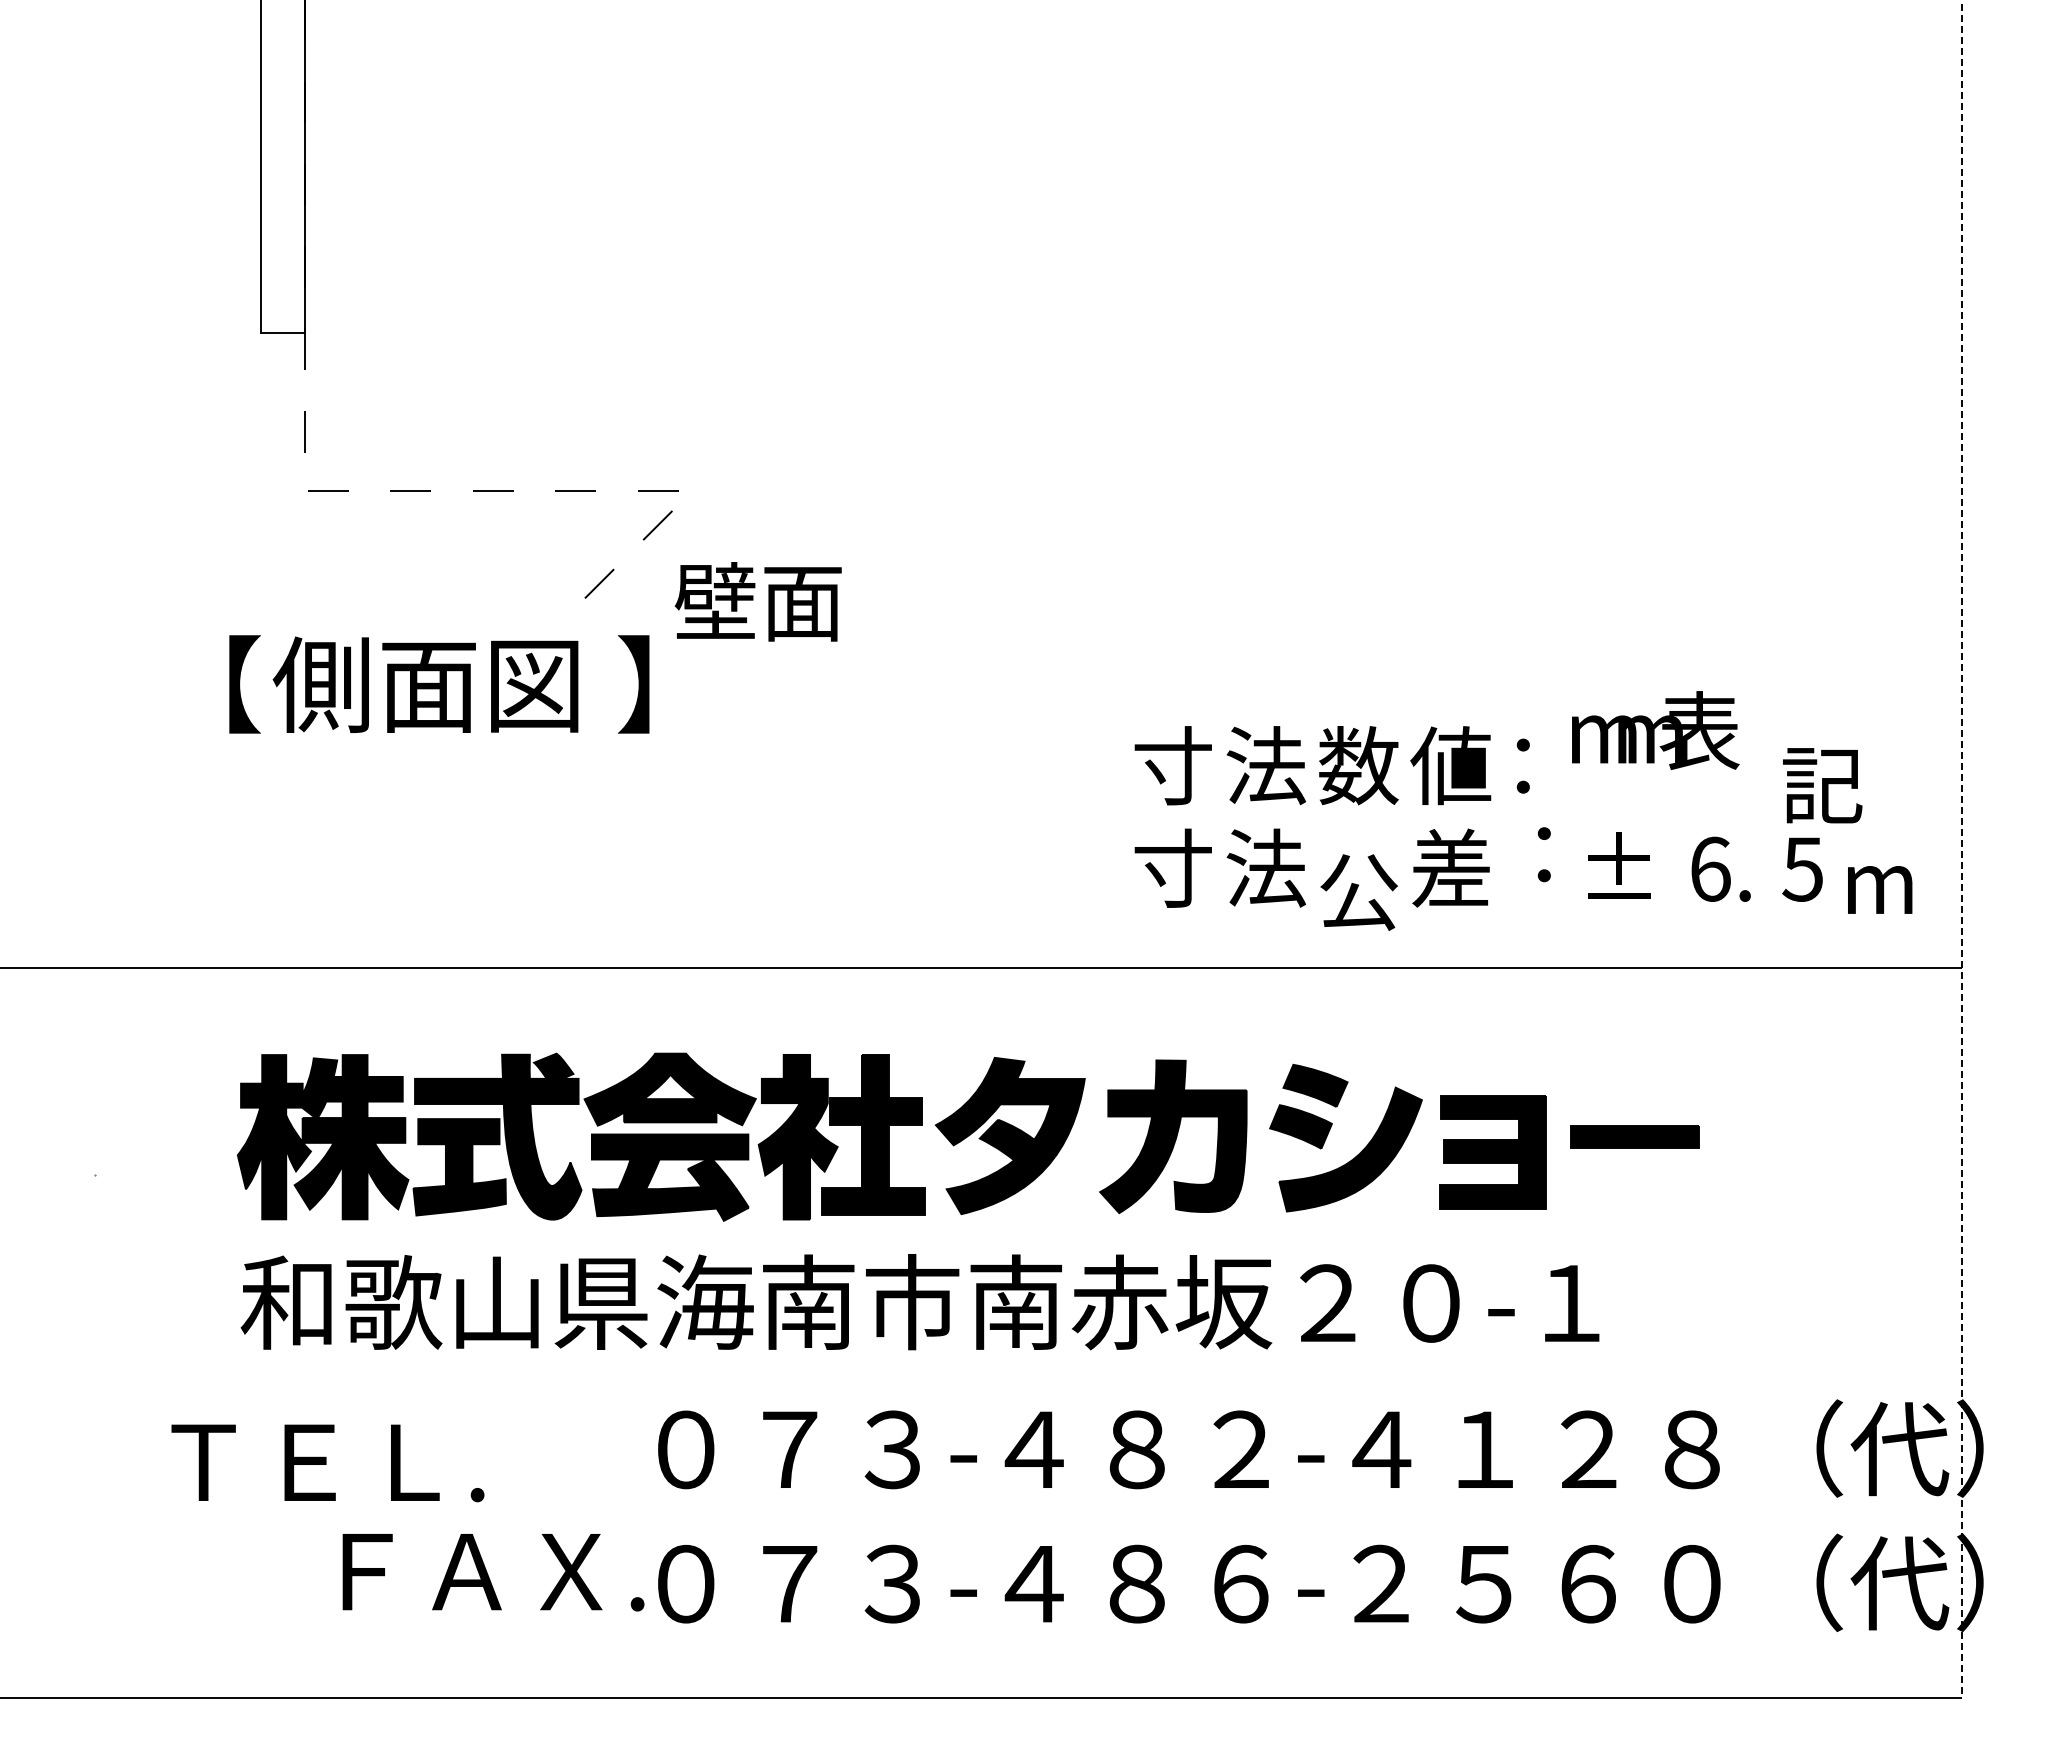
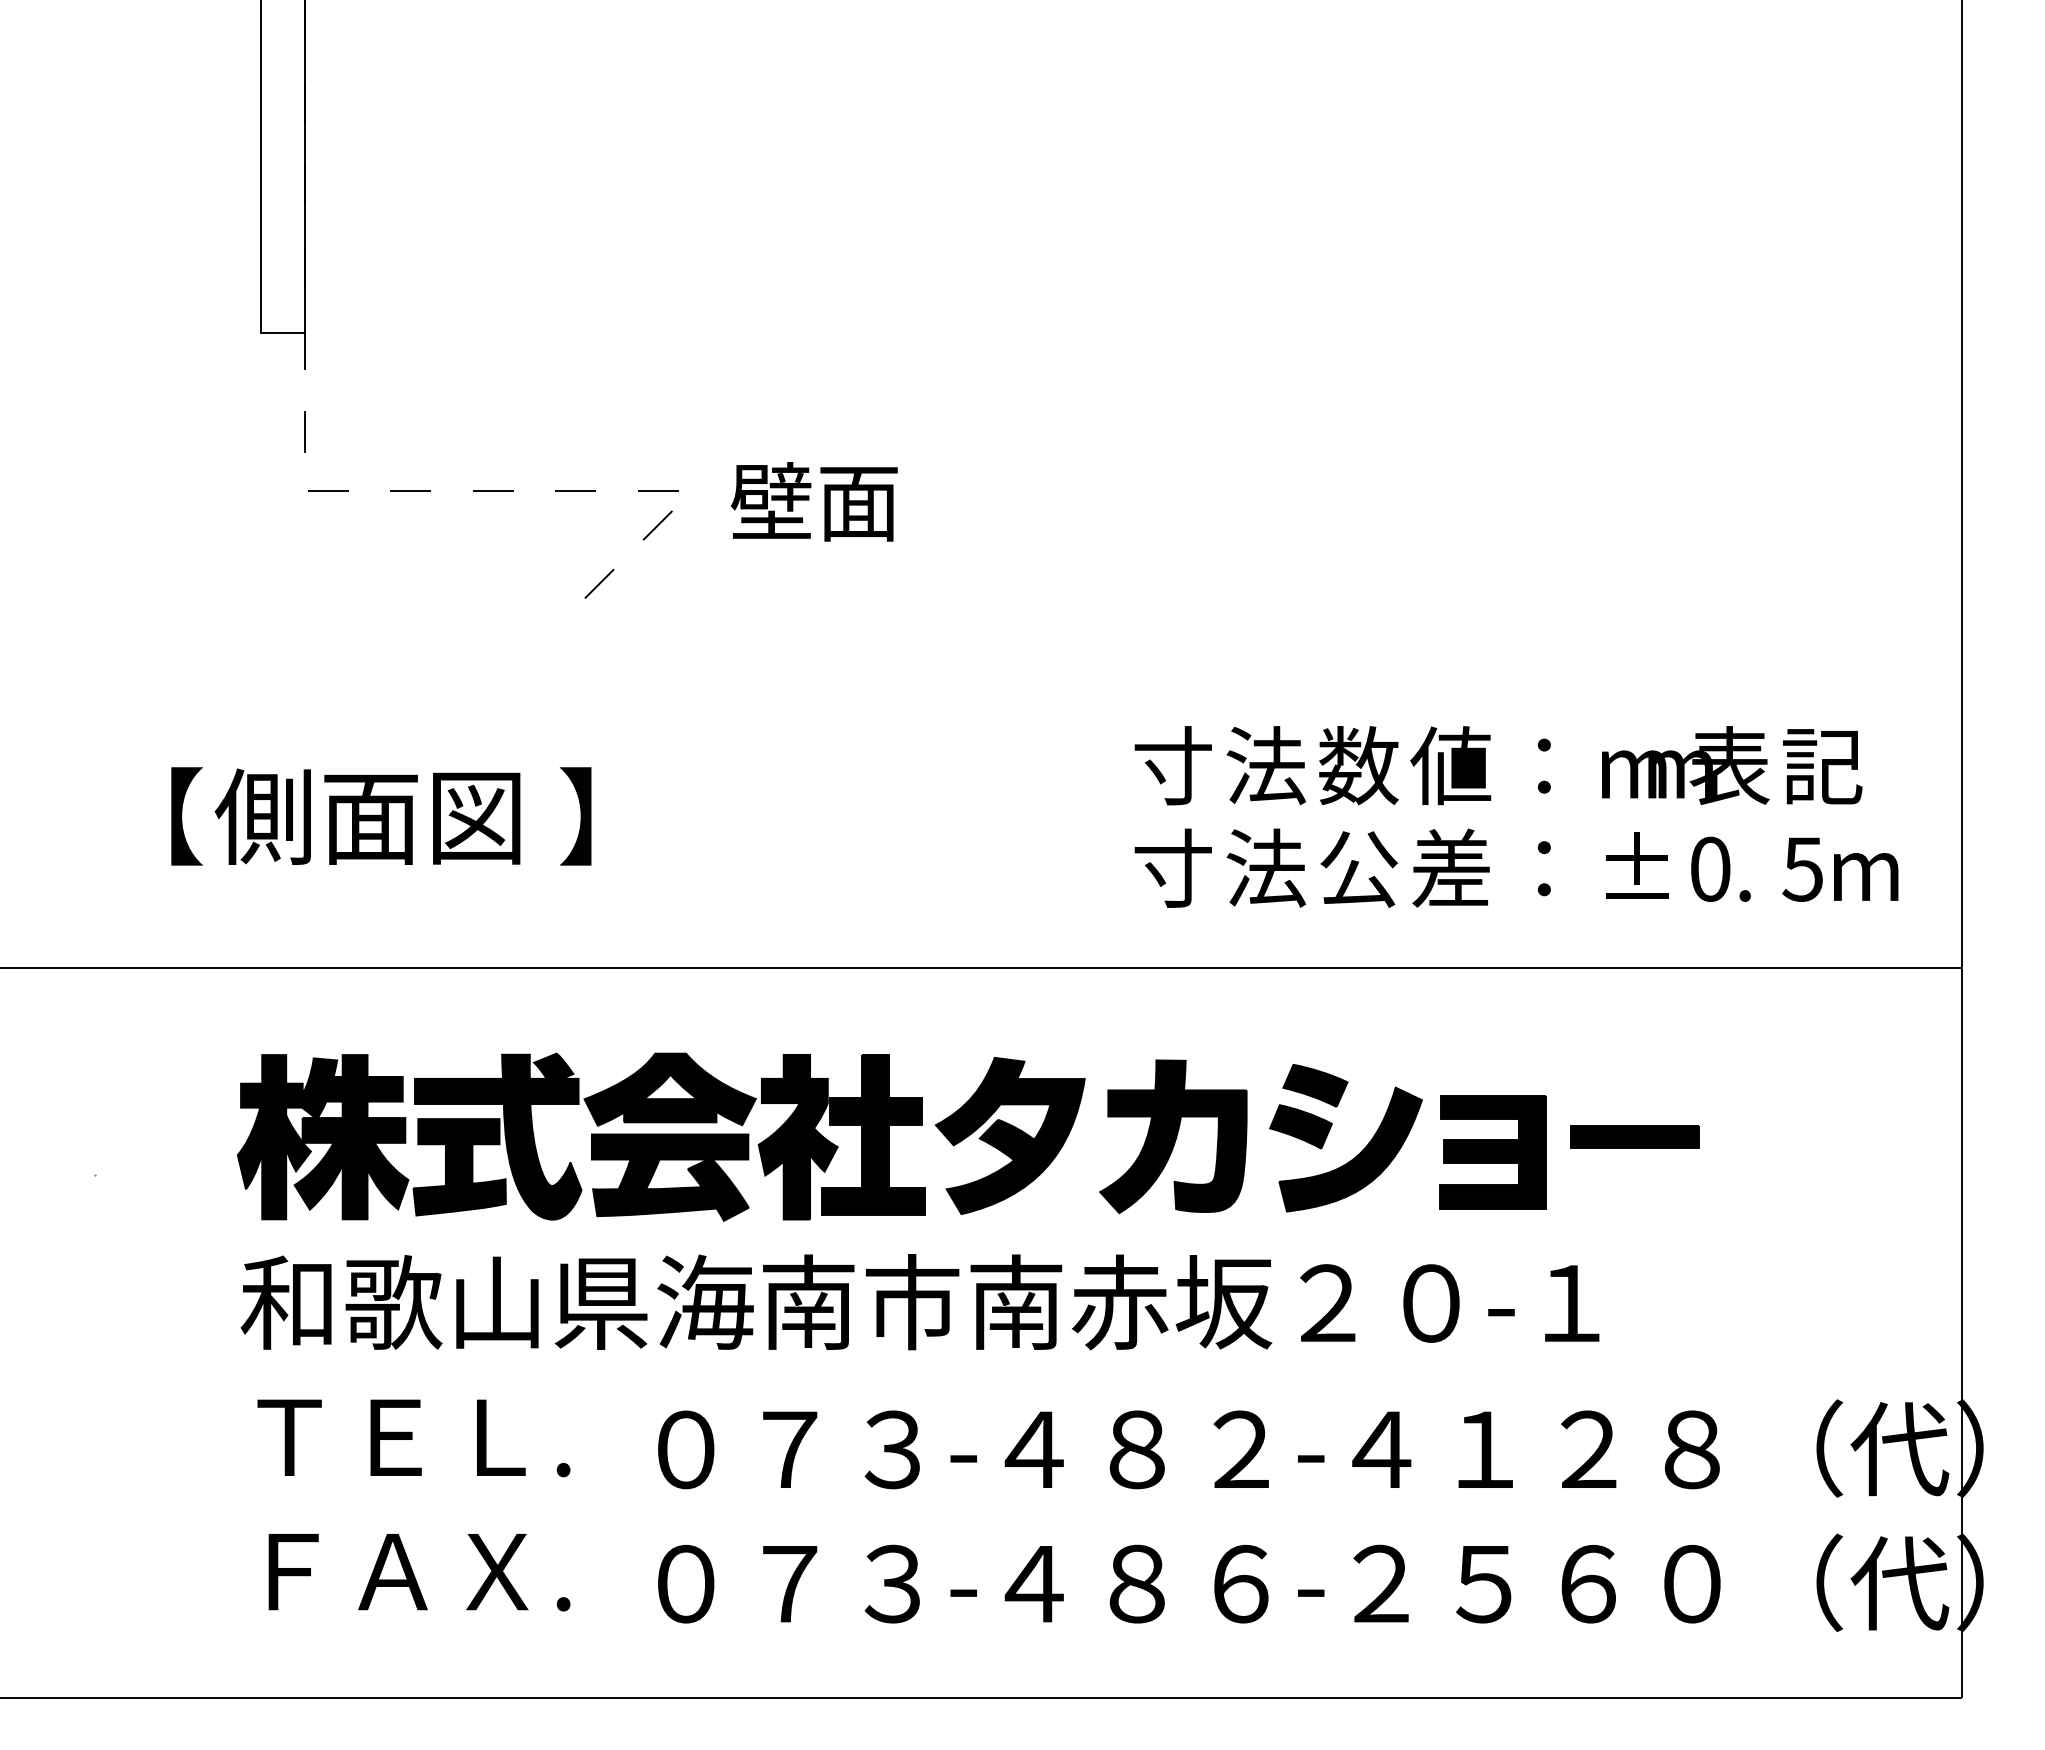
text at (757, 601) position: (757, 601) -> (813, 501)
text at (439, 684) position: (439, 684) -> (381, 816)
text at (1655, 730) position: (1655, 730) -> (1685, 765)
text at (1522, 765) position: (1522, 765) -> (1543, 765)
text at (1822, 785) position: (1822, 785) -> (1822, 766)
line at (1962, 849): dashed -> solid
text at (1543, 854) position: (1543, 854) -> (1543, 868)
text at (1619, 865) position: (1619, 865) -> (1637, 865)
text at (1710, 868): 6 -> 0
text at (1880, 889) position: (1880, 889) -> (1866, 876)
text at (1358, 892) position: (1358, 892) -> (1358, 869)
text at (327, 1463) position: (327, 1463) -> (413, 1438)
text at (493, 1572) position: (493, 1572) -> (419, 1572)
